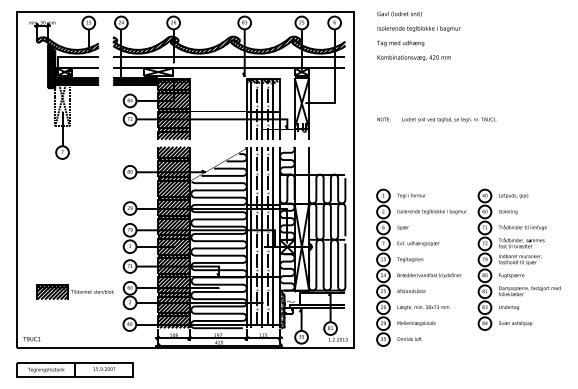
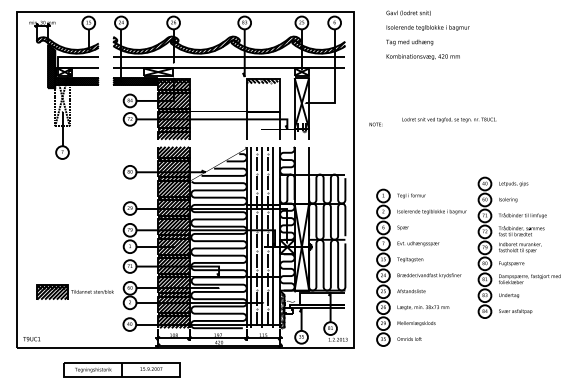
text at (418, 35) position: (418, 35) -> (427, 34)
hatch at (262, 109): present -> none
text at (383, 119) position: (383, 119) -> (375, 124)
part at (518, 259) position: (518, 259) -> (518, 247)
part at (74, 369) position: (74, 369) -> (121, 369)
